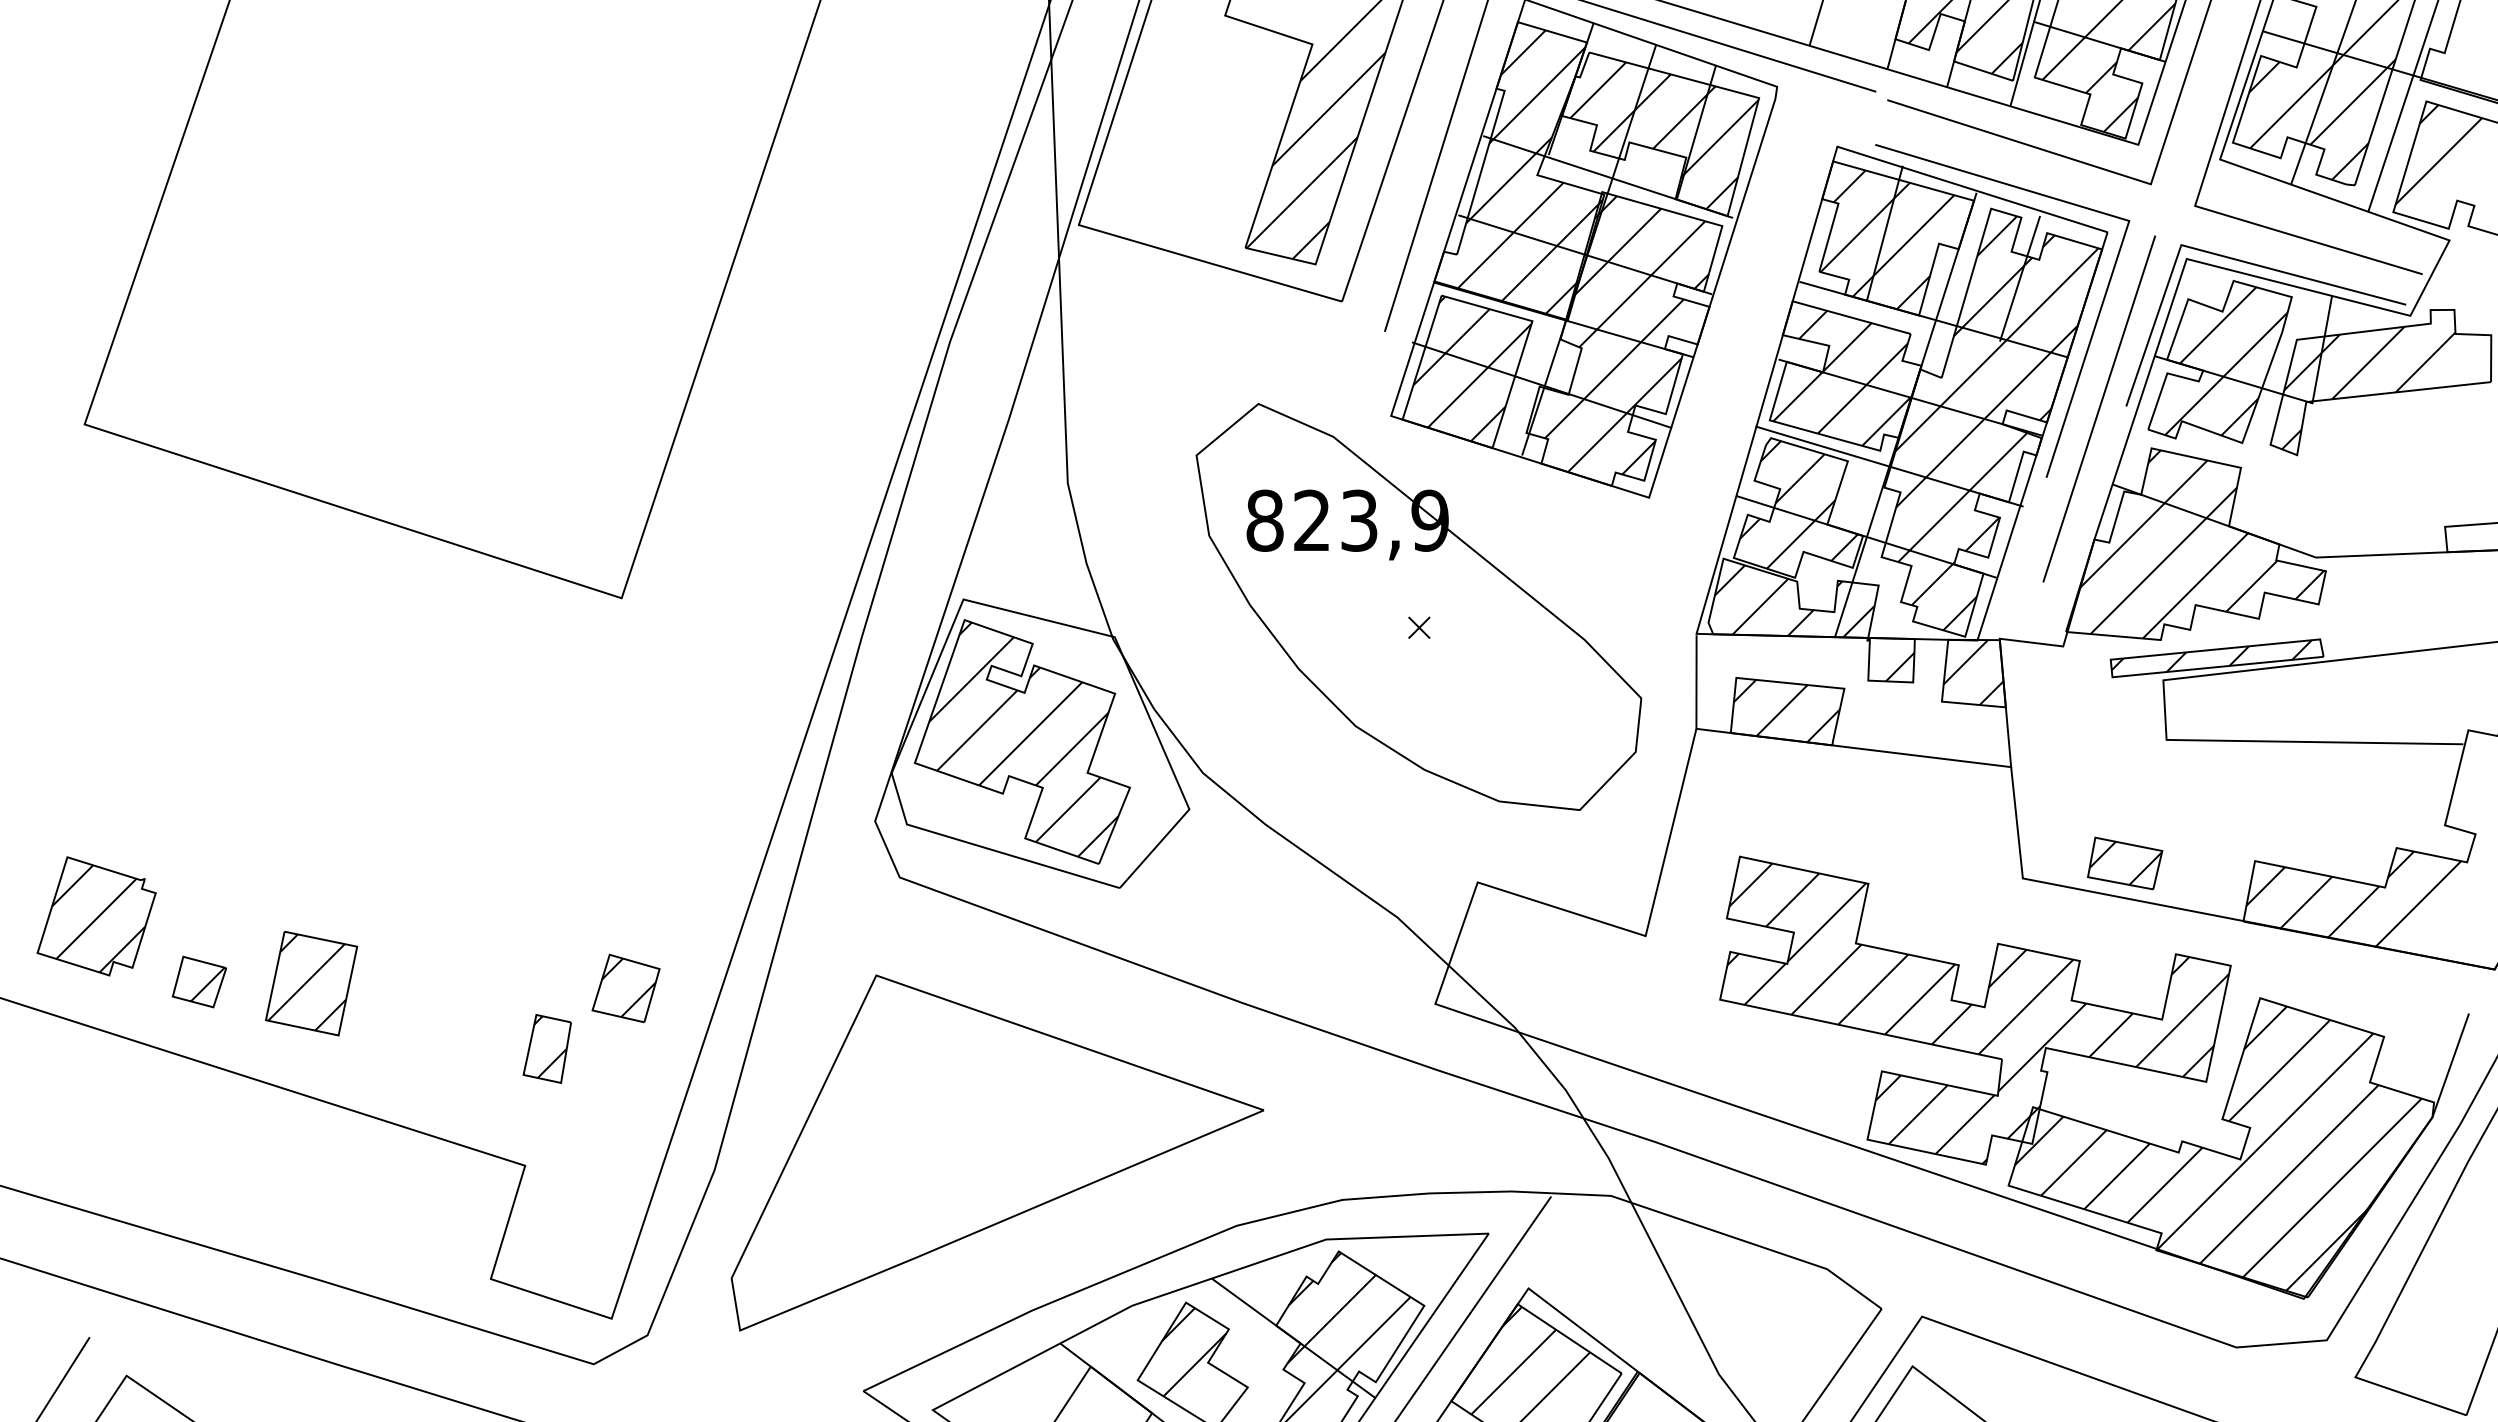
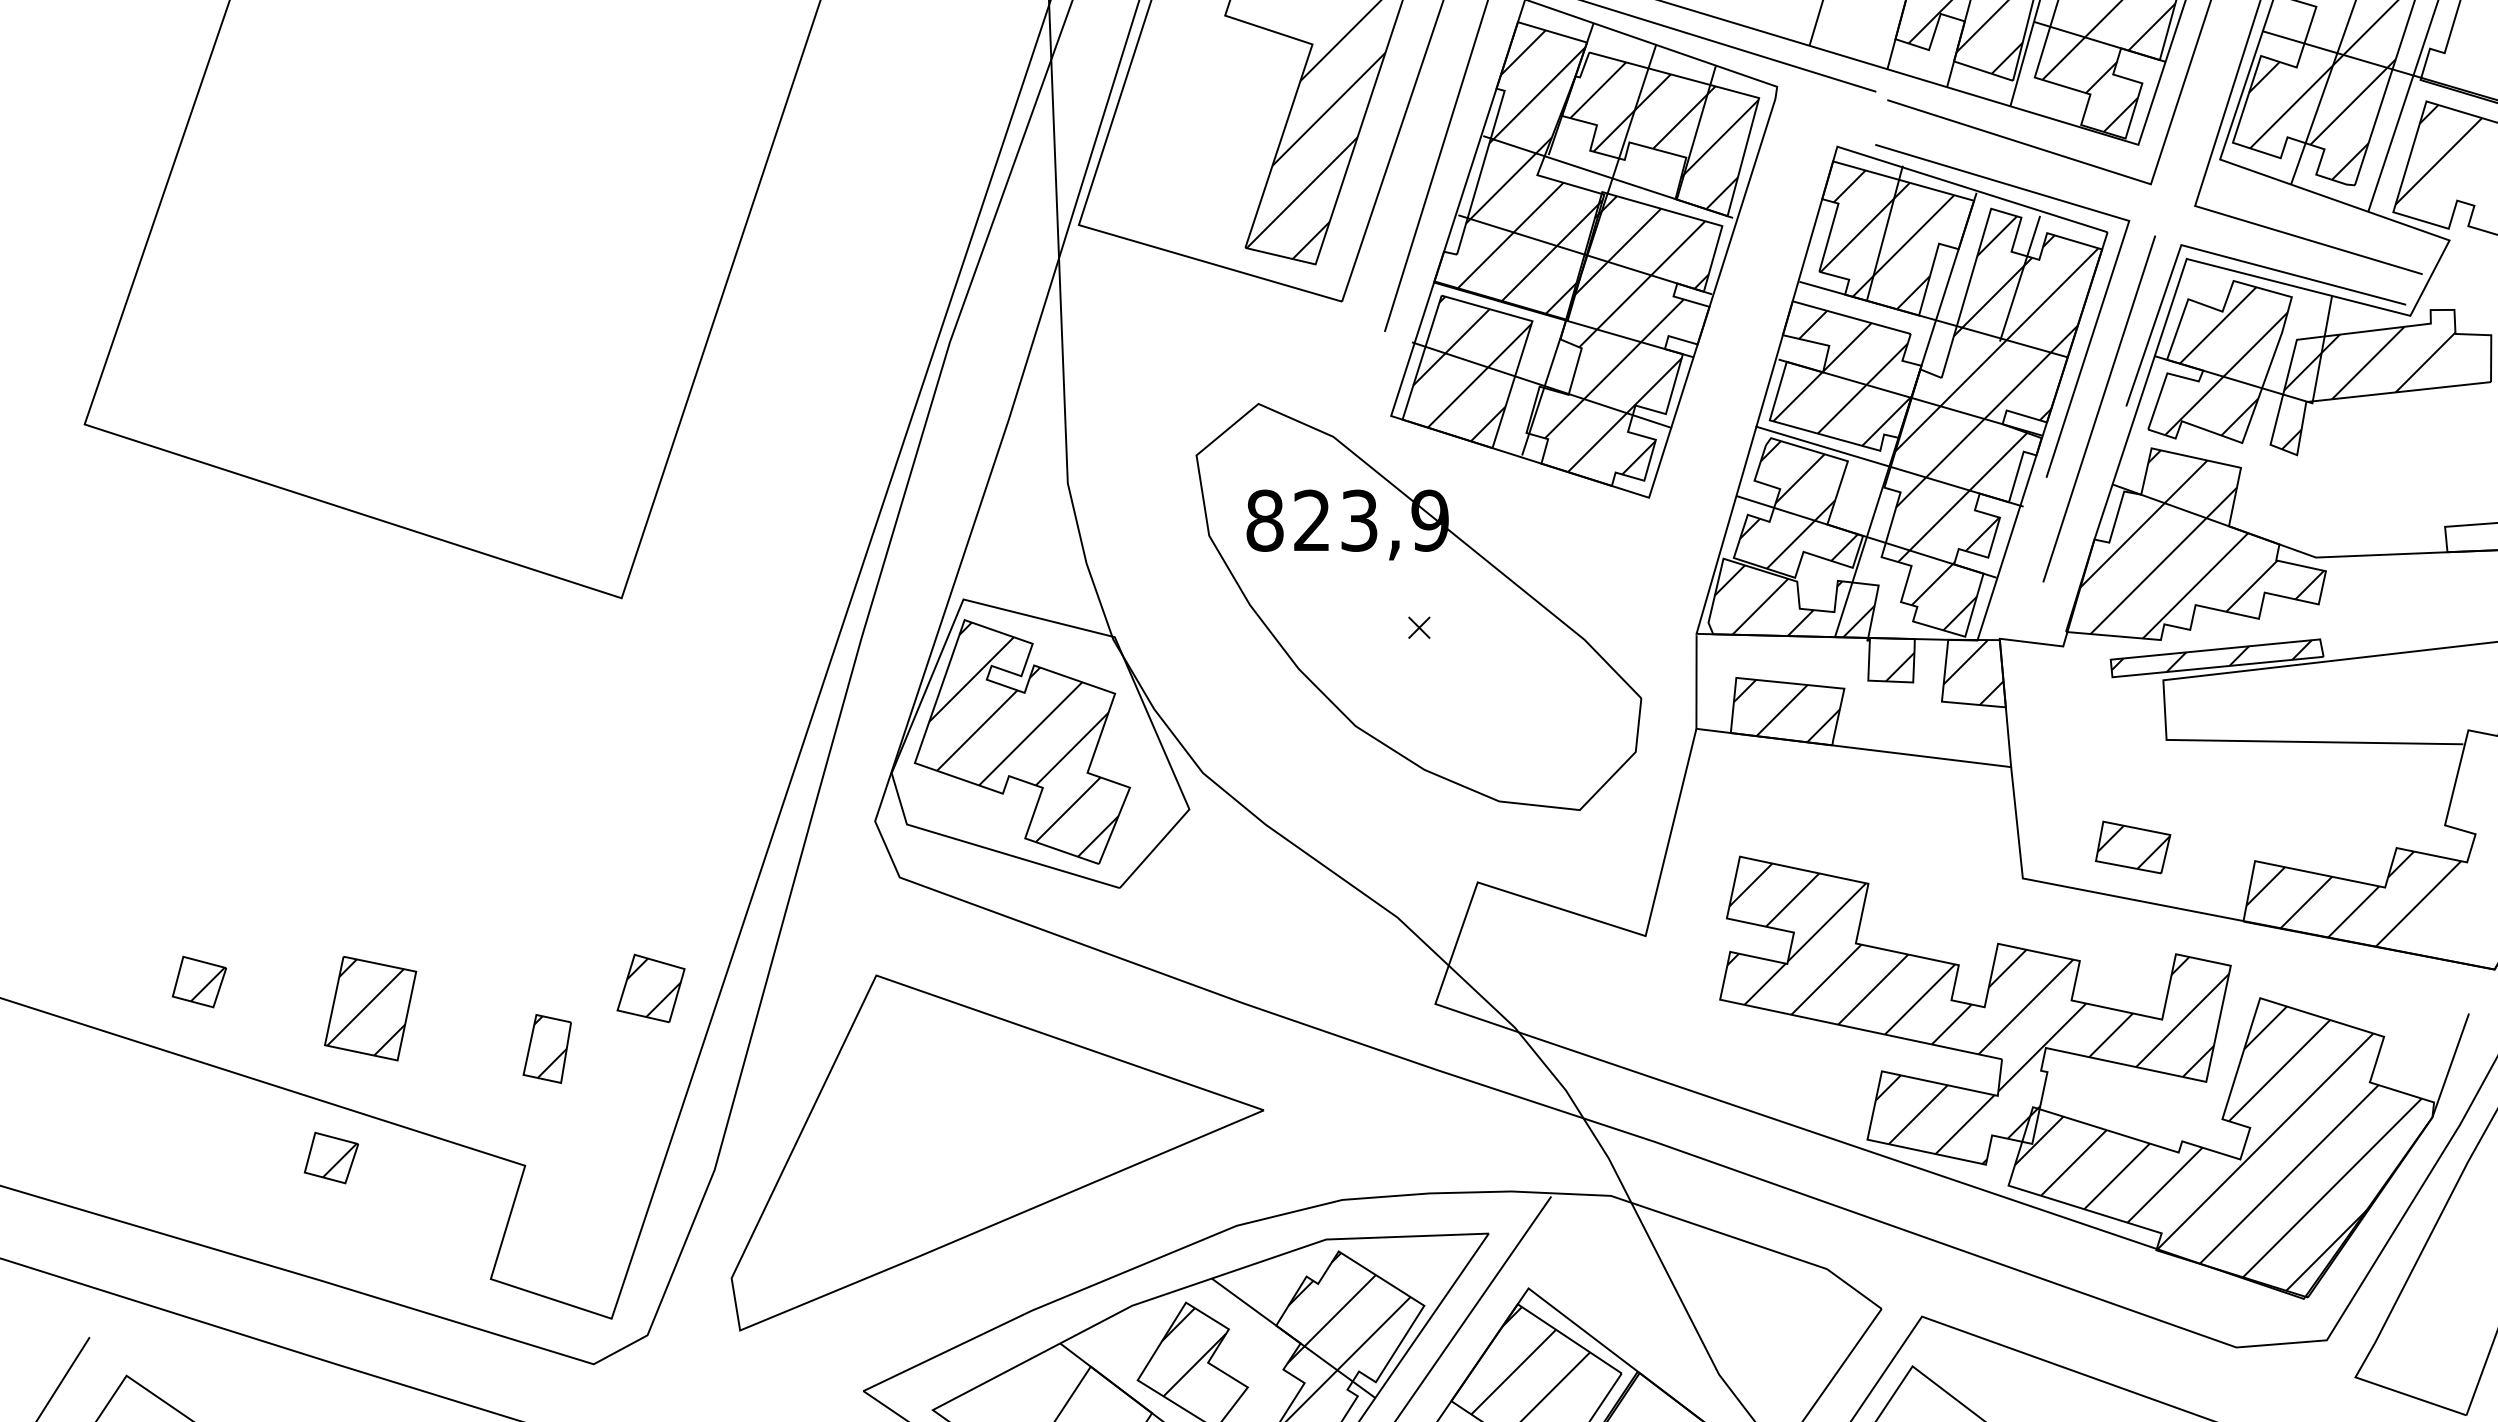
part at (2125, 863) position: (2125, 863) -> (2133, 847)
part at (96, 916): present -> none
part at (311, 983) position: (311, 983) -> (370, 1008)
part at (625, 987) position: (625, 987) -> (650, 987)
part at (330, 1157): none -> present
